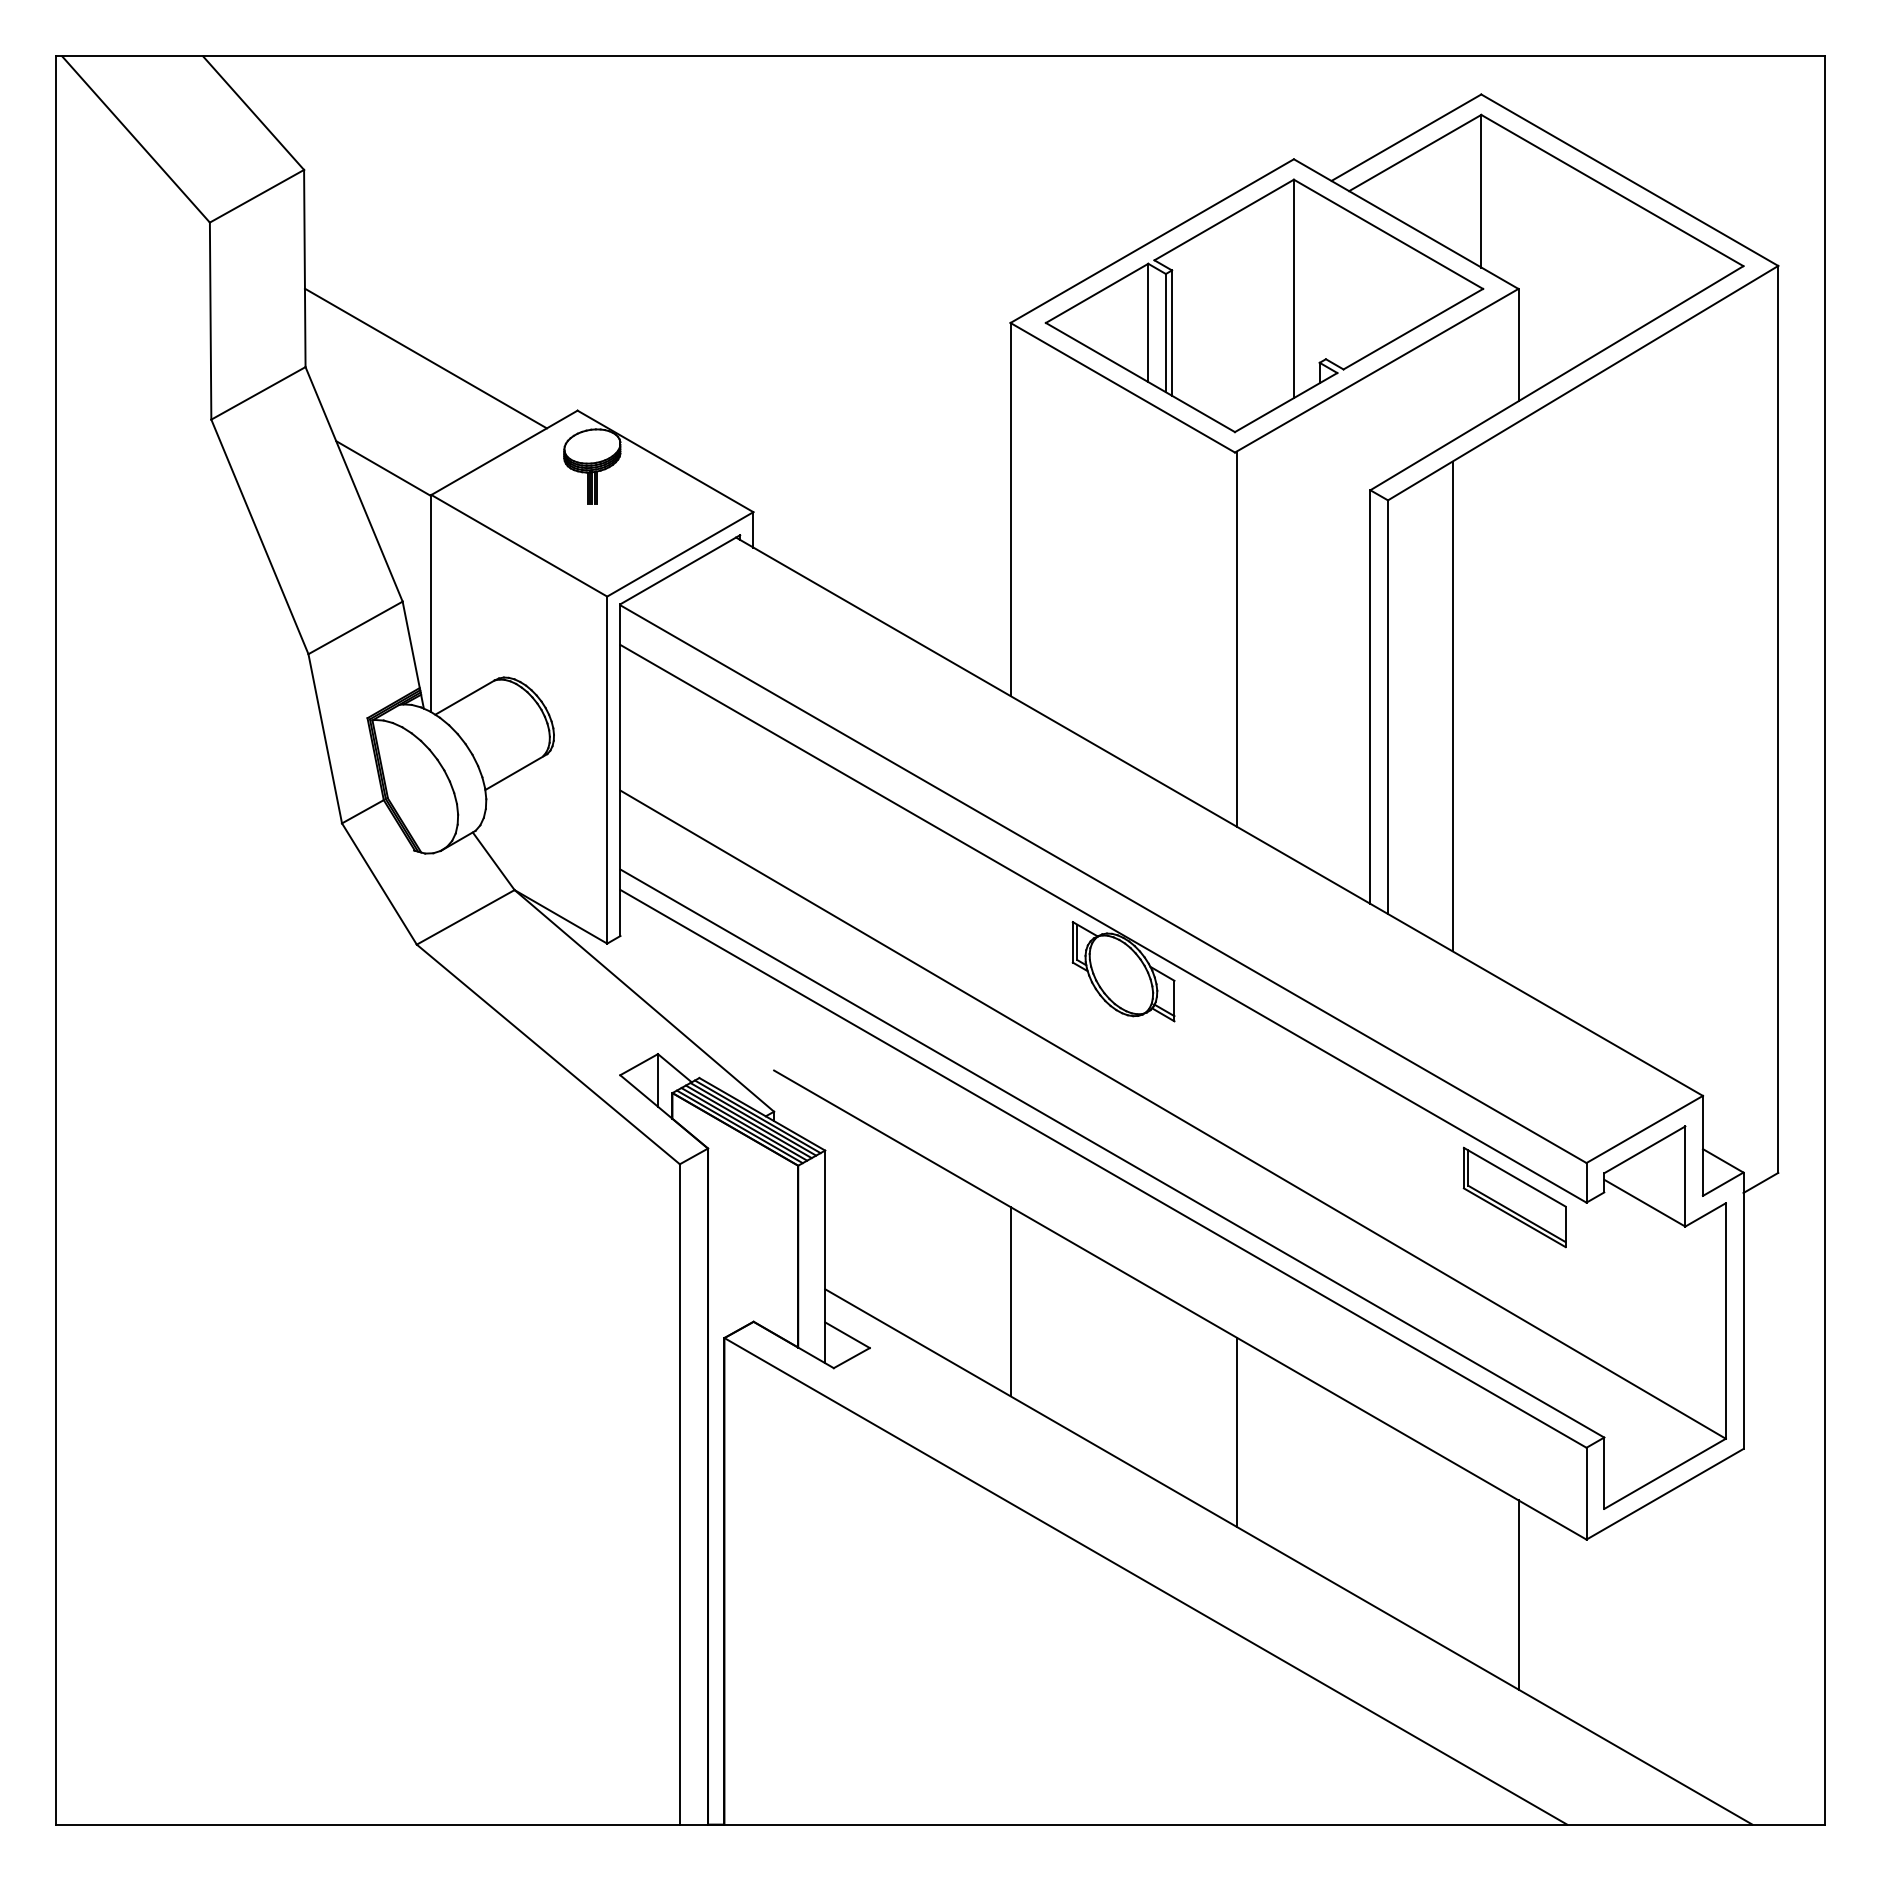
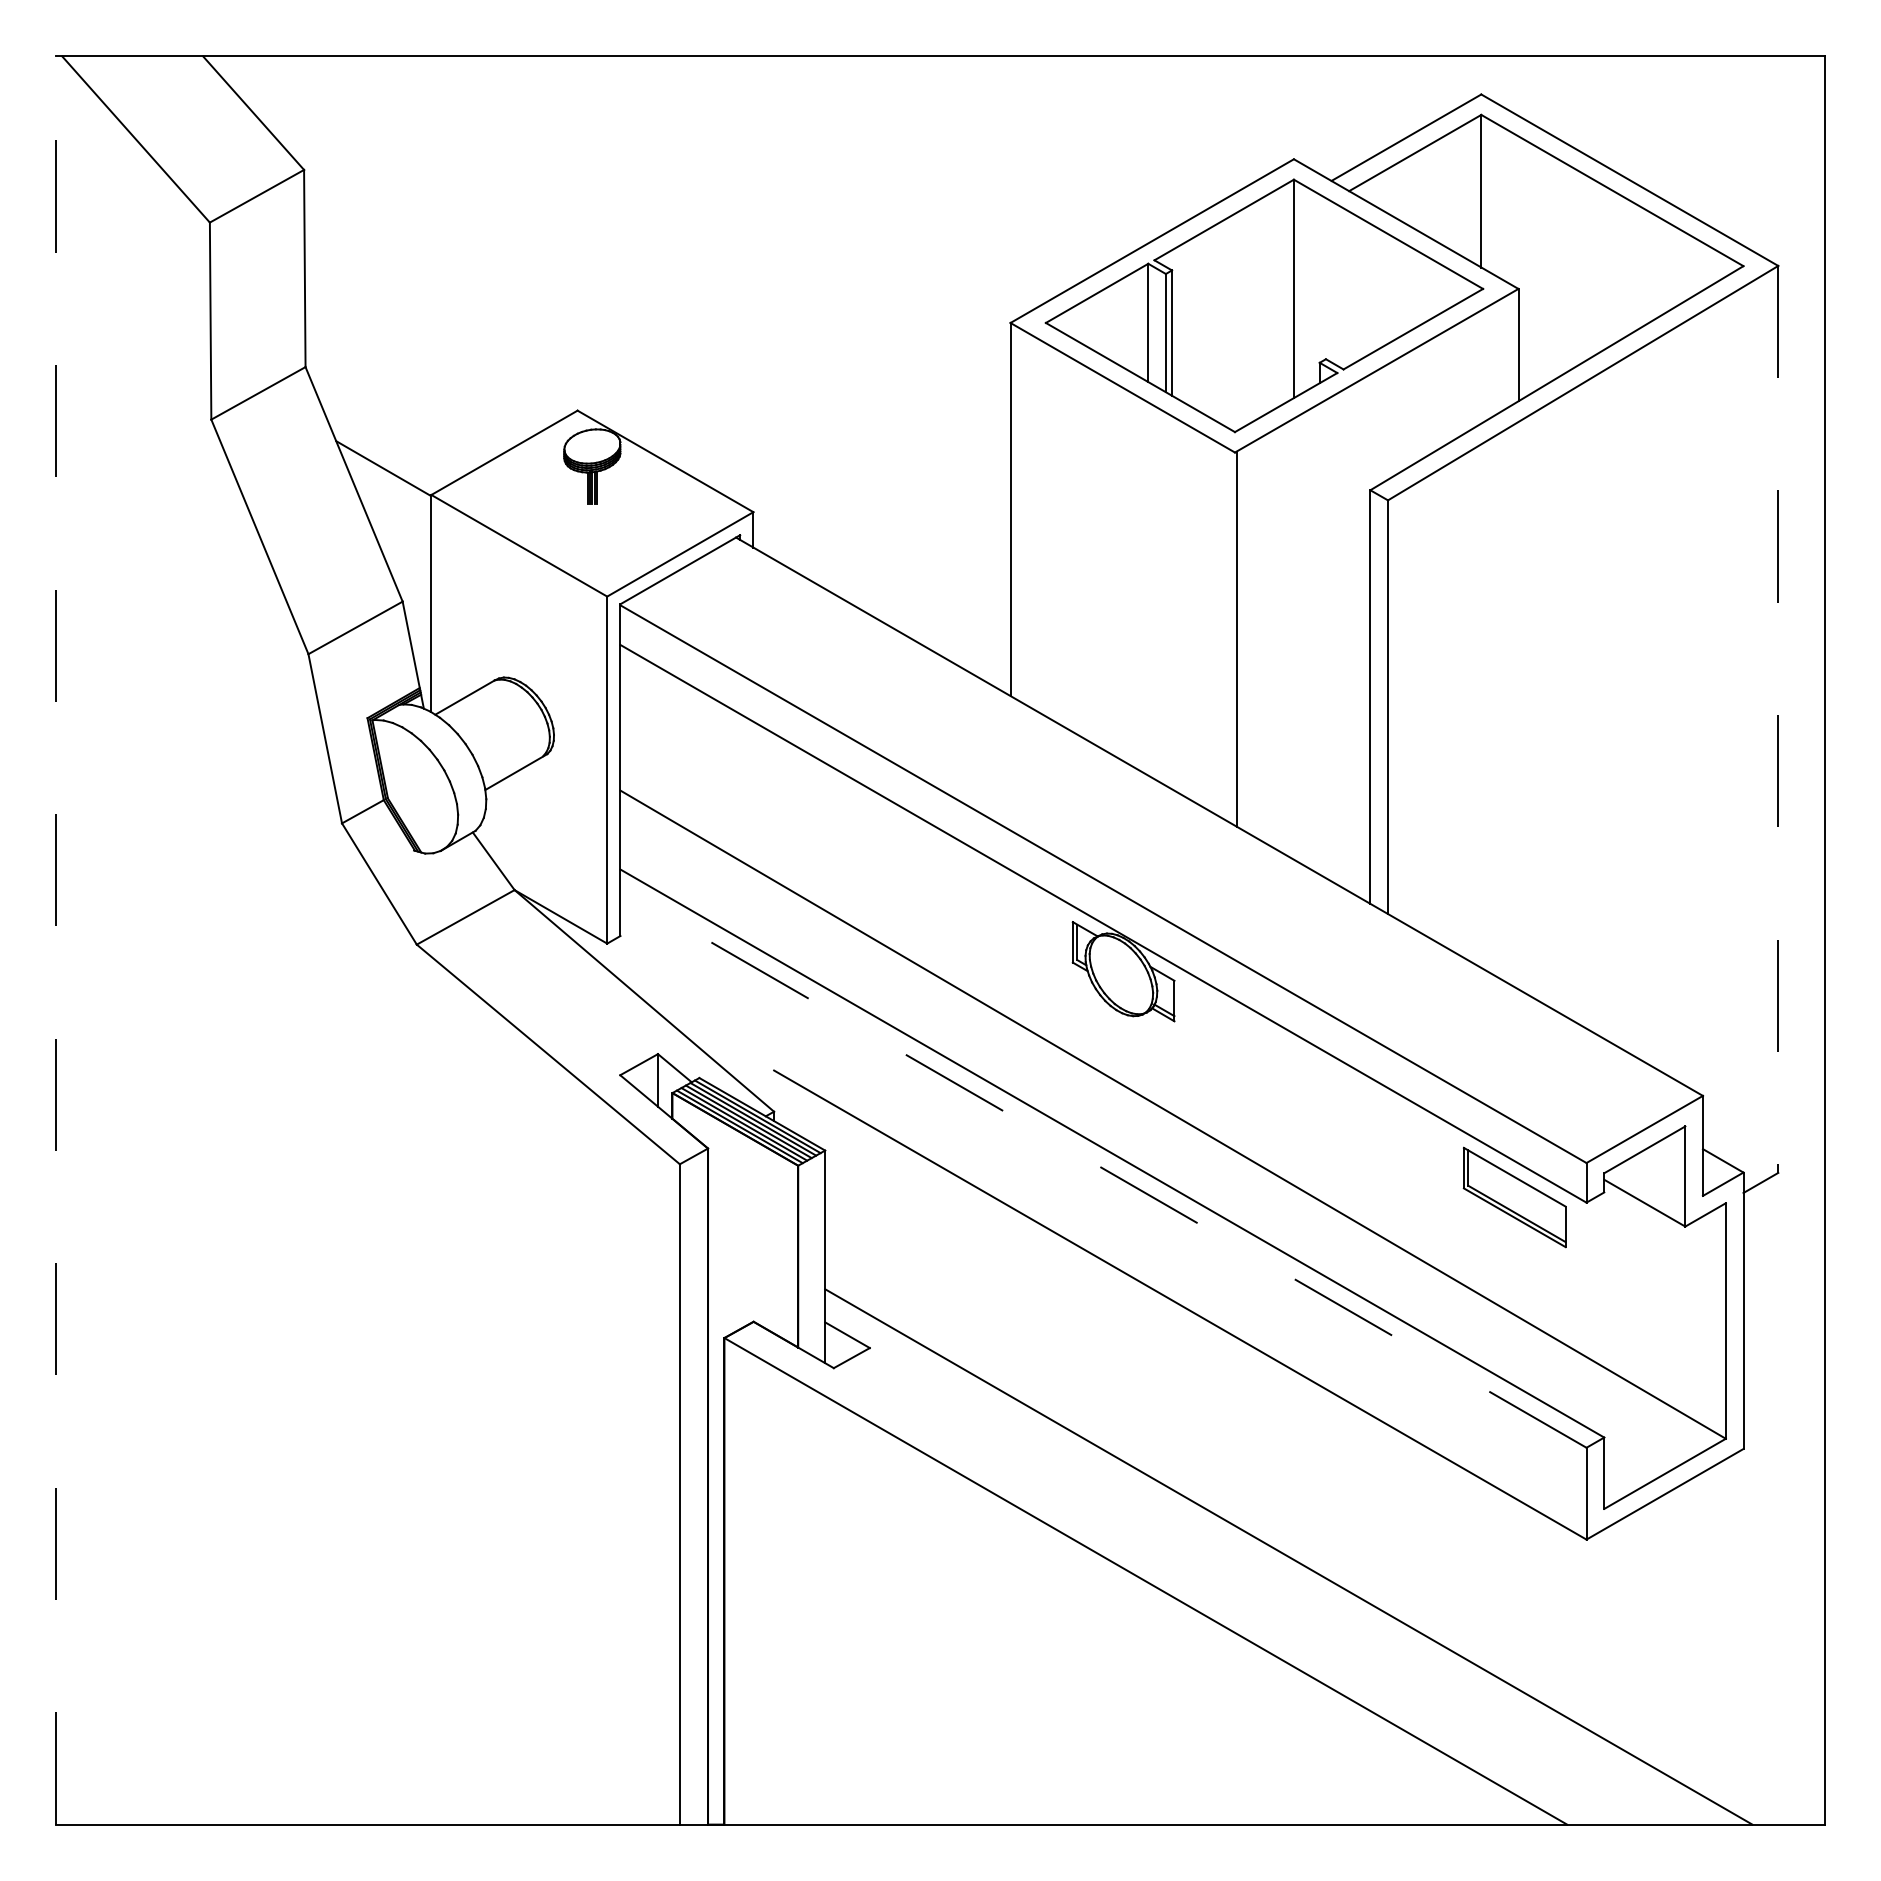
line at (425, 358): present -> none
line at (1452, 706): present -> none
line at (1778, 719): solid -> dashed
line at (56, 940): solid -> dashed
line at (1103, 1168): solid -> dashed
line at (1010, 1301): present -> none
line at (1236, 1431): present -> none
line at (1518, 1594): present -> none
